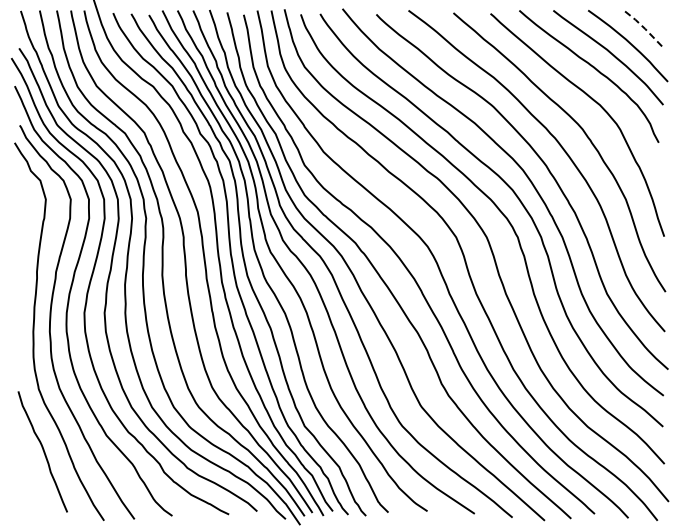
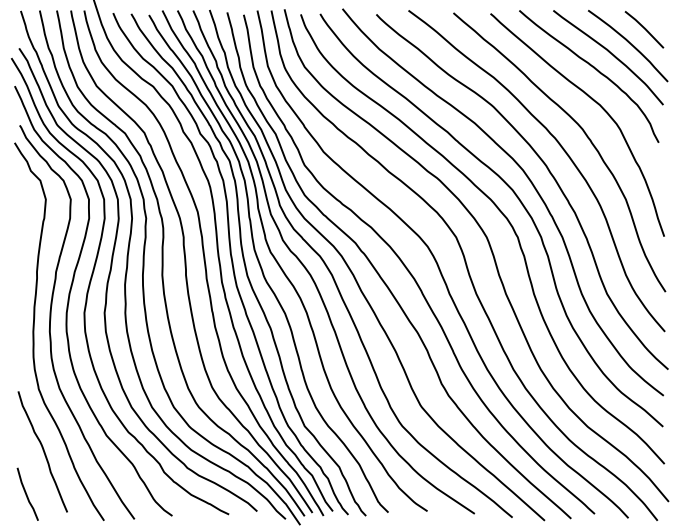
line at (645, 29): dashed -> solid
line at (26, 493): none -> present
